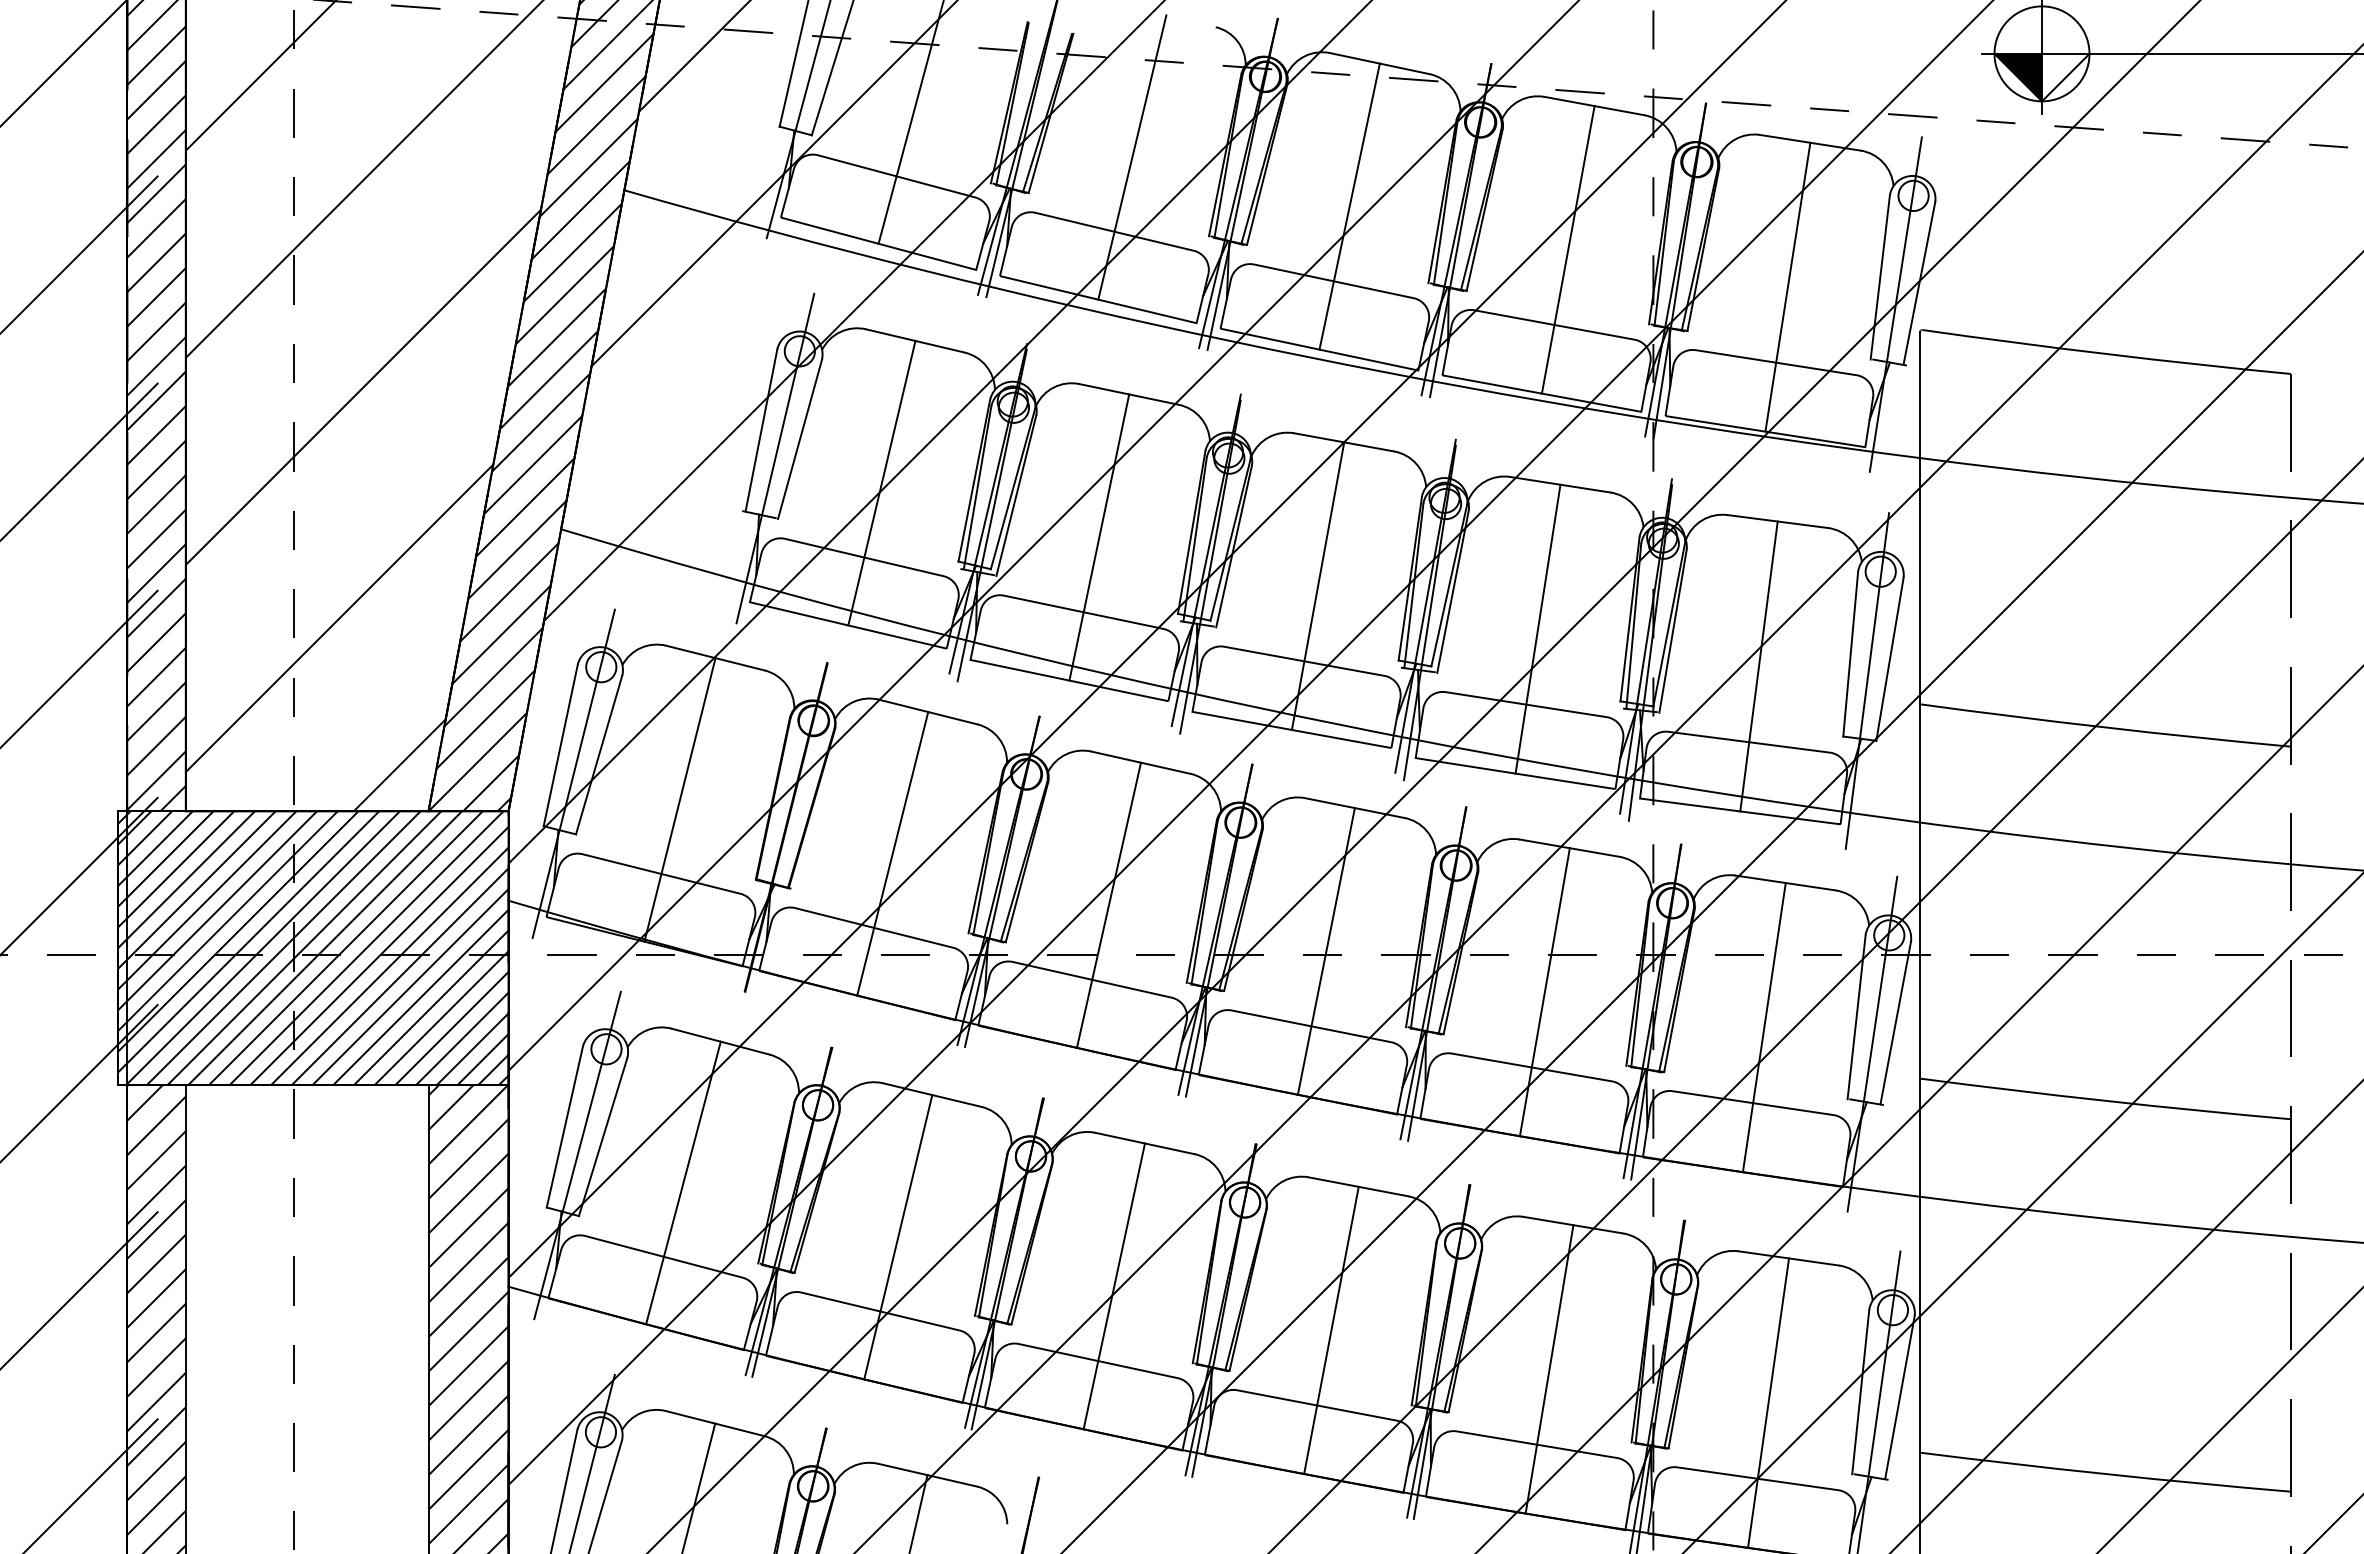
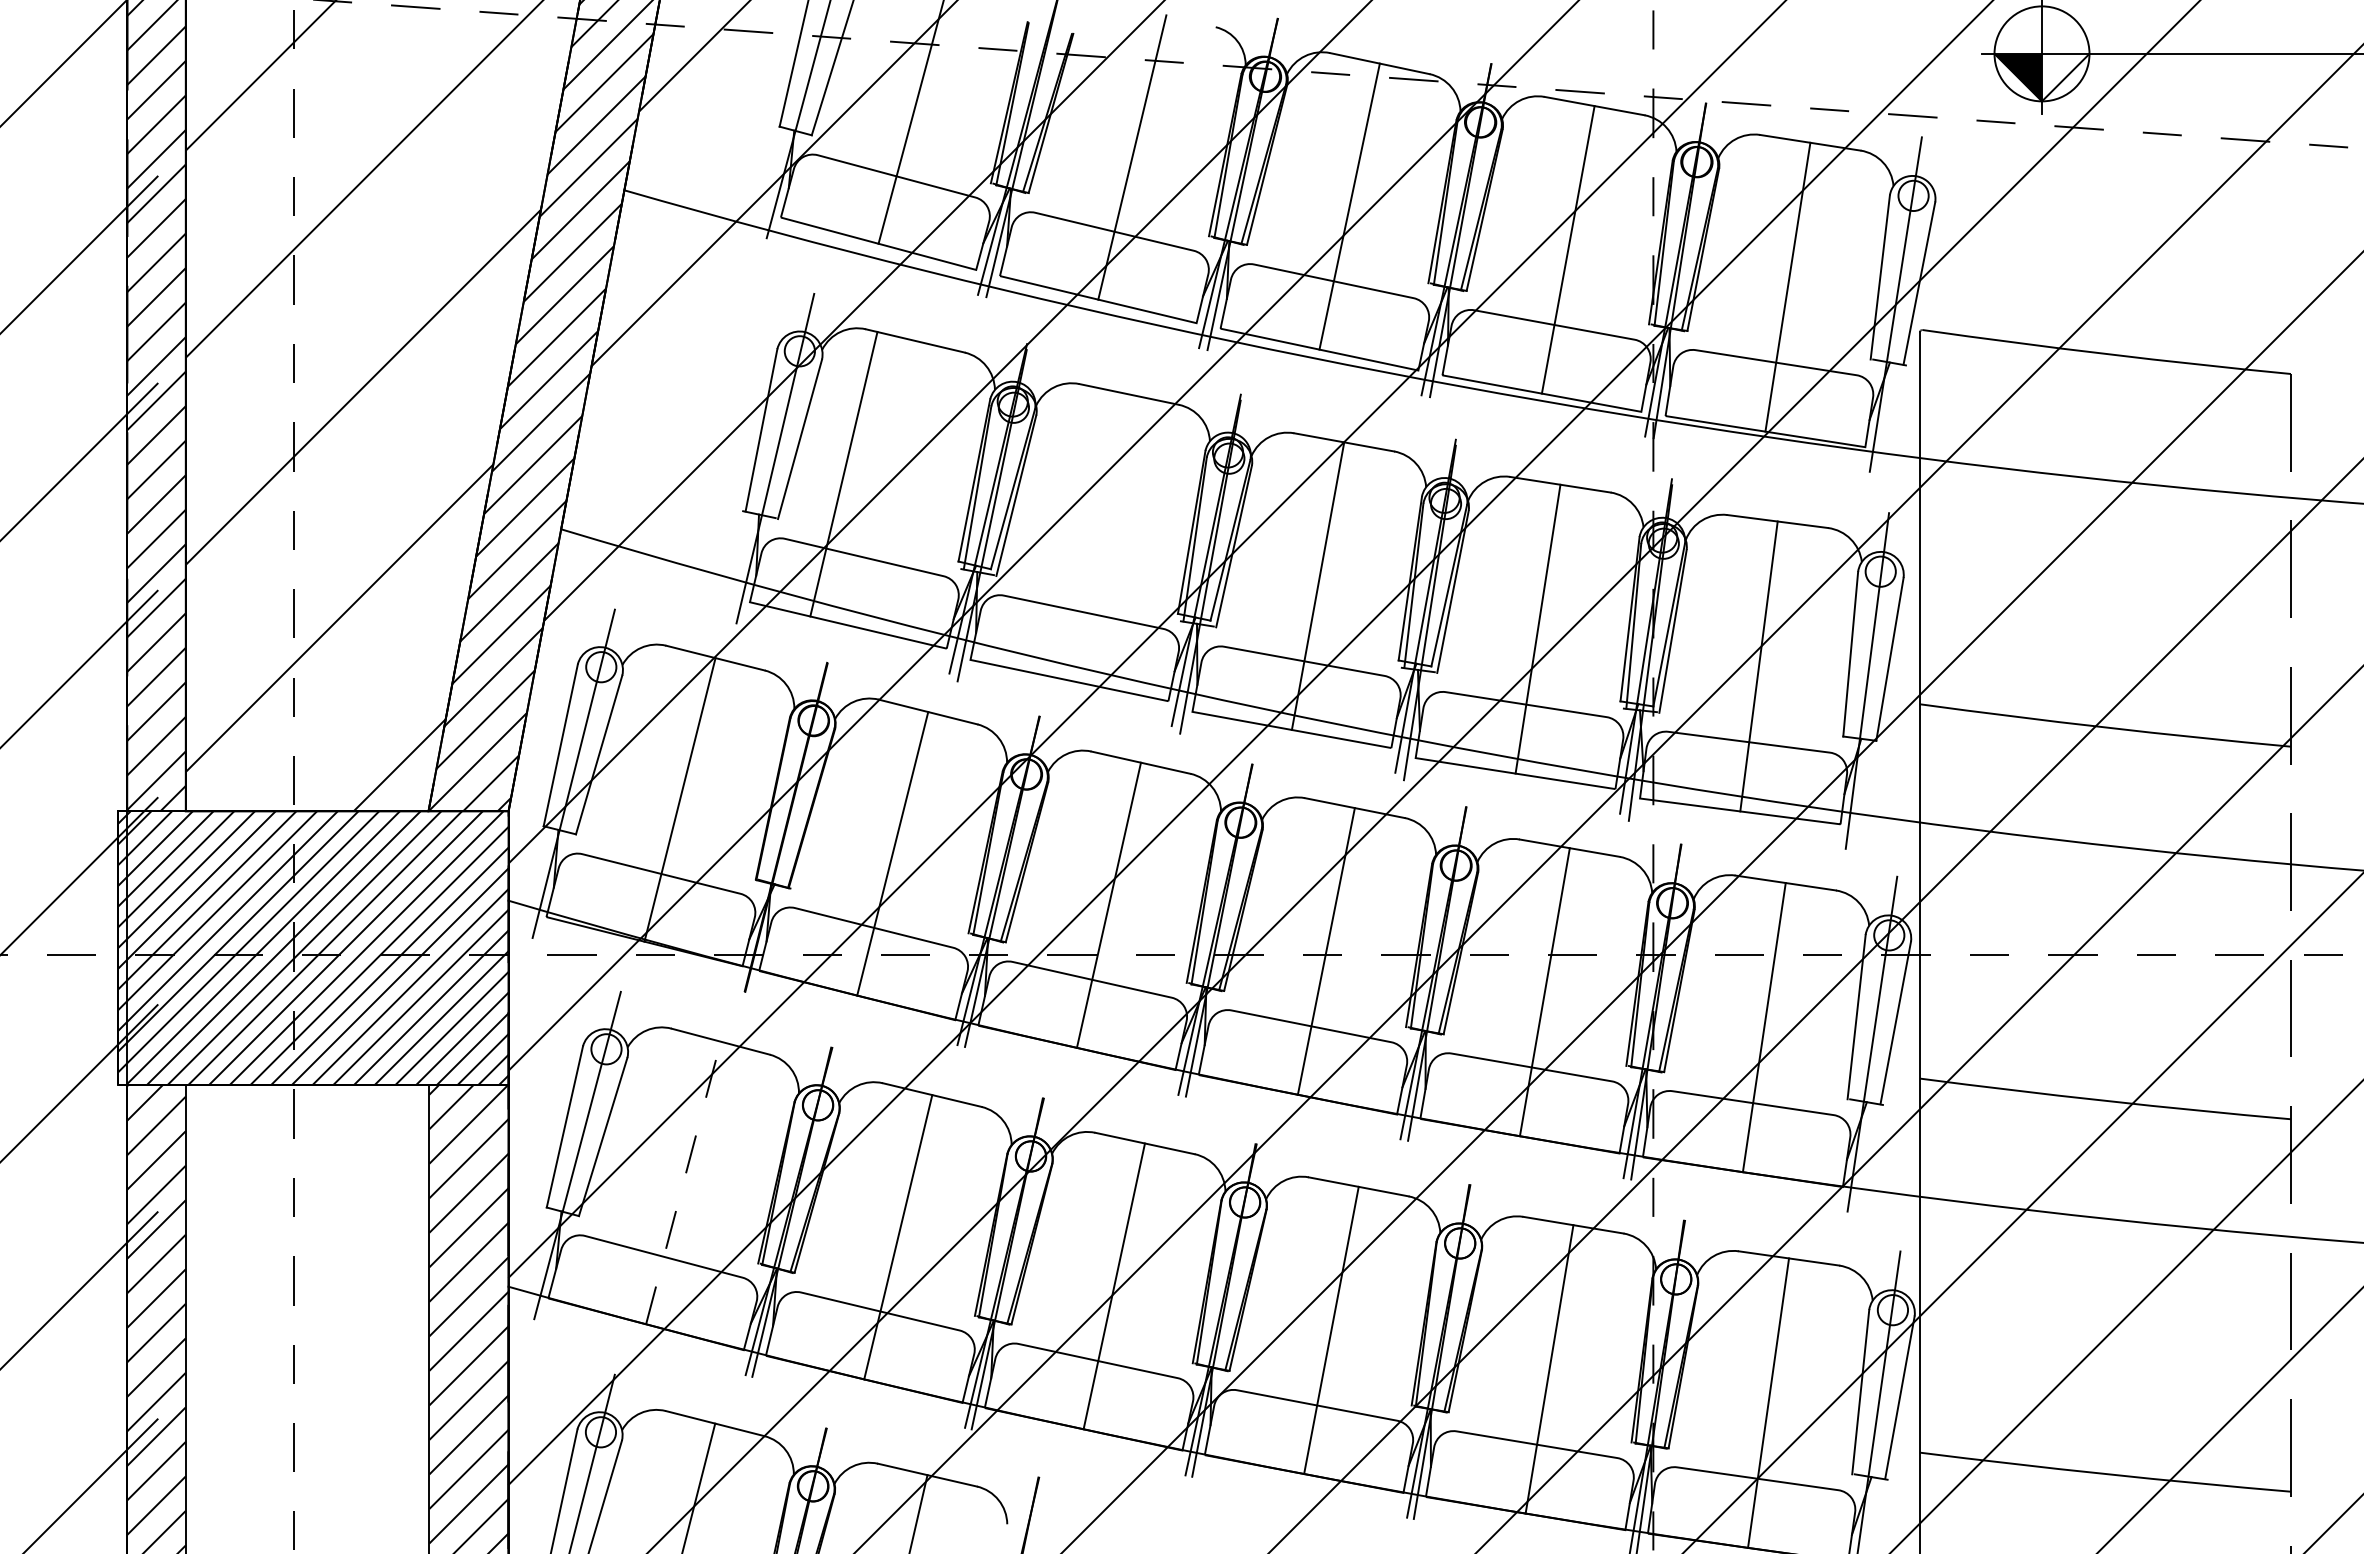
line at (881, 482) position: (881, 482) -> (843, 473)
line at (1099, 537): present -> none
line at (683, 1182): solid -> dashed
